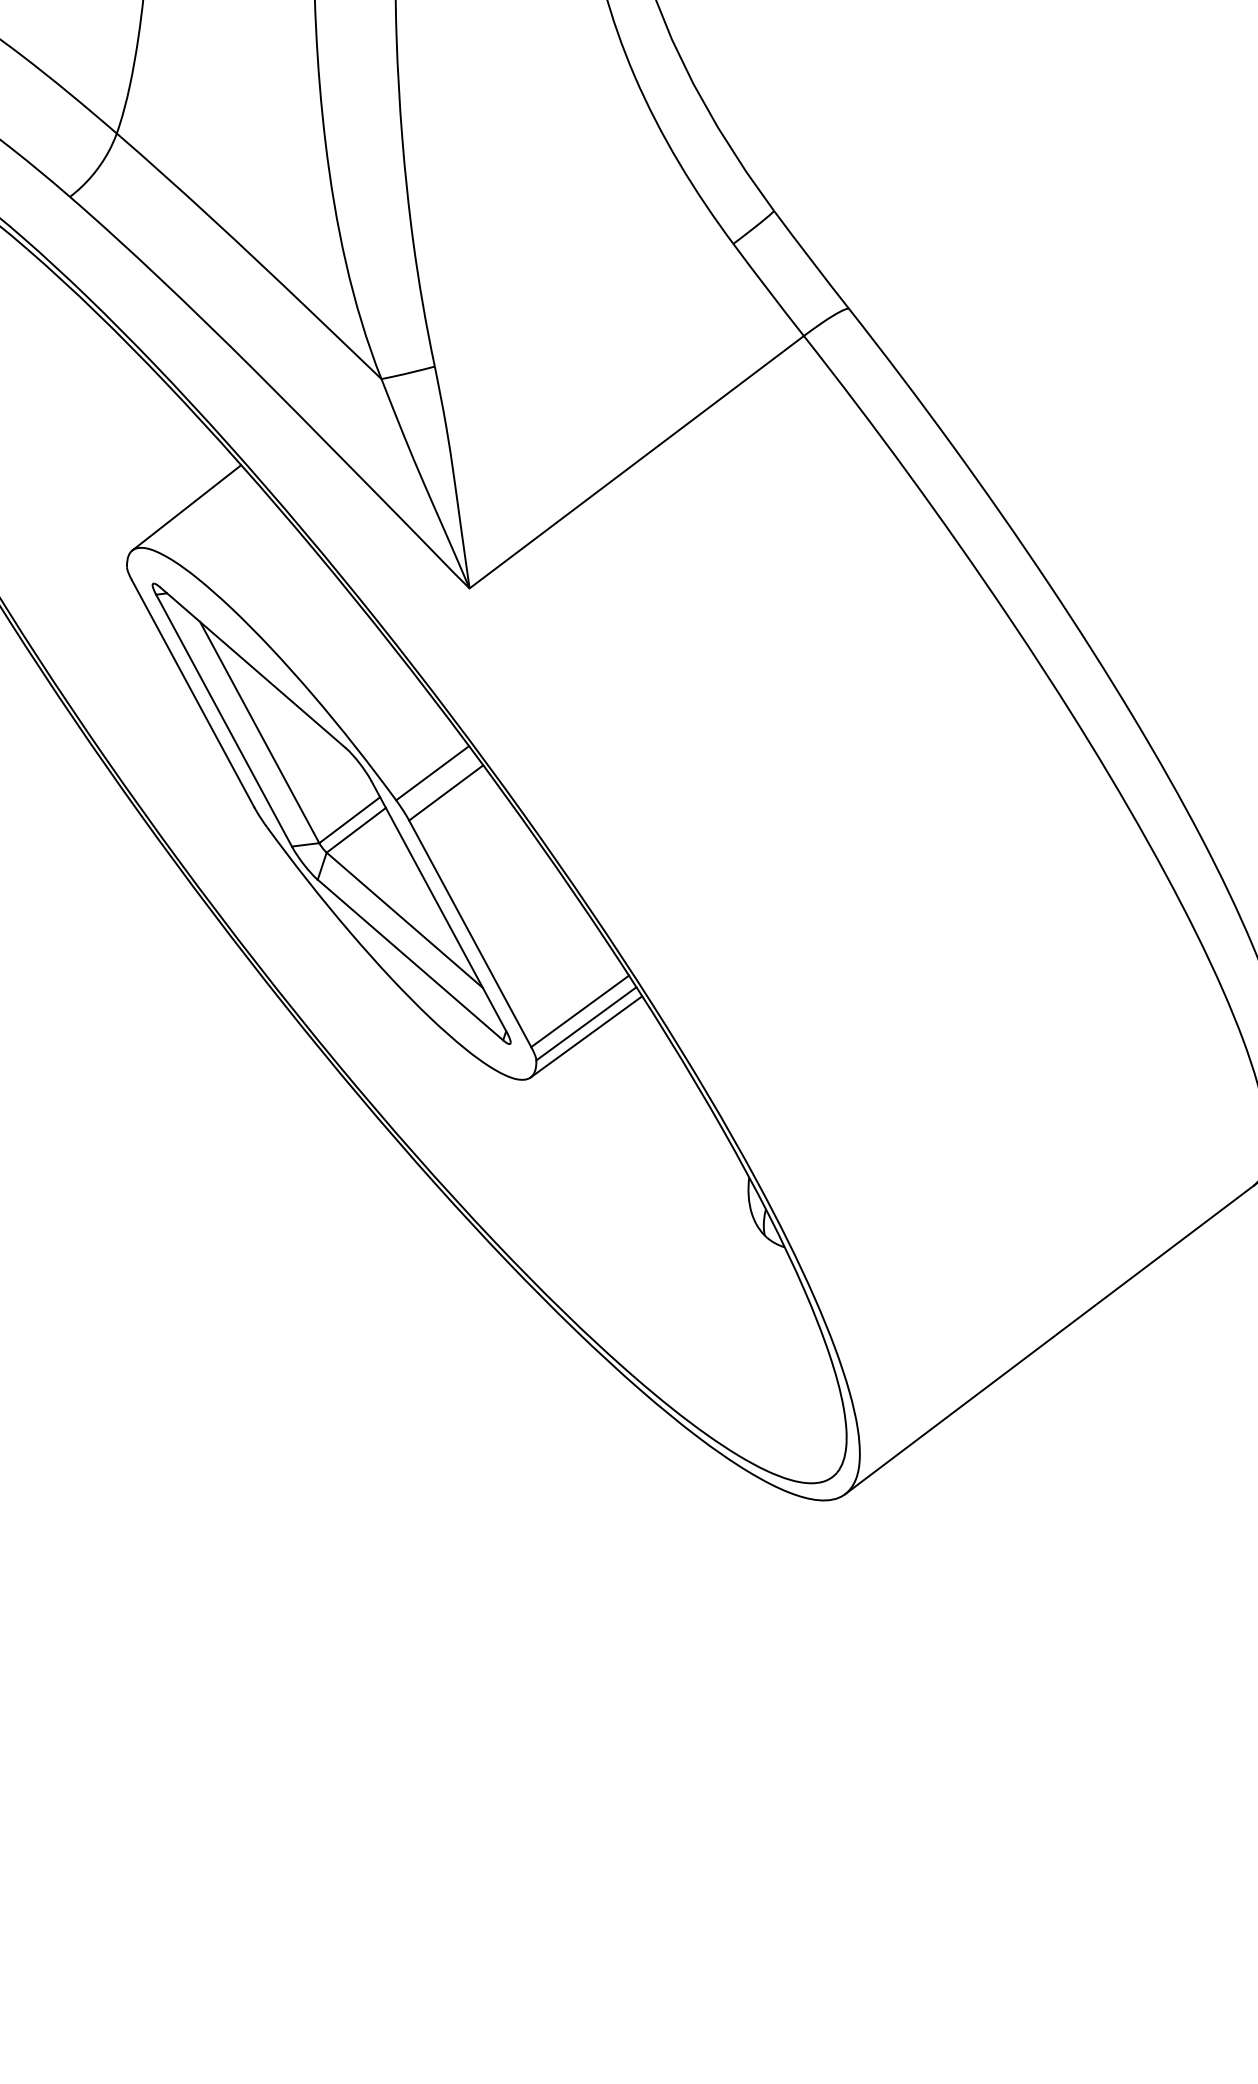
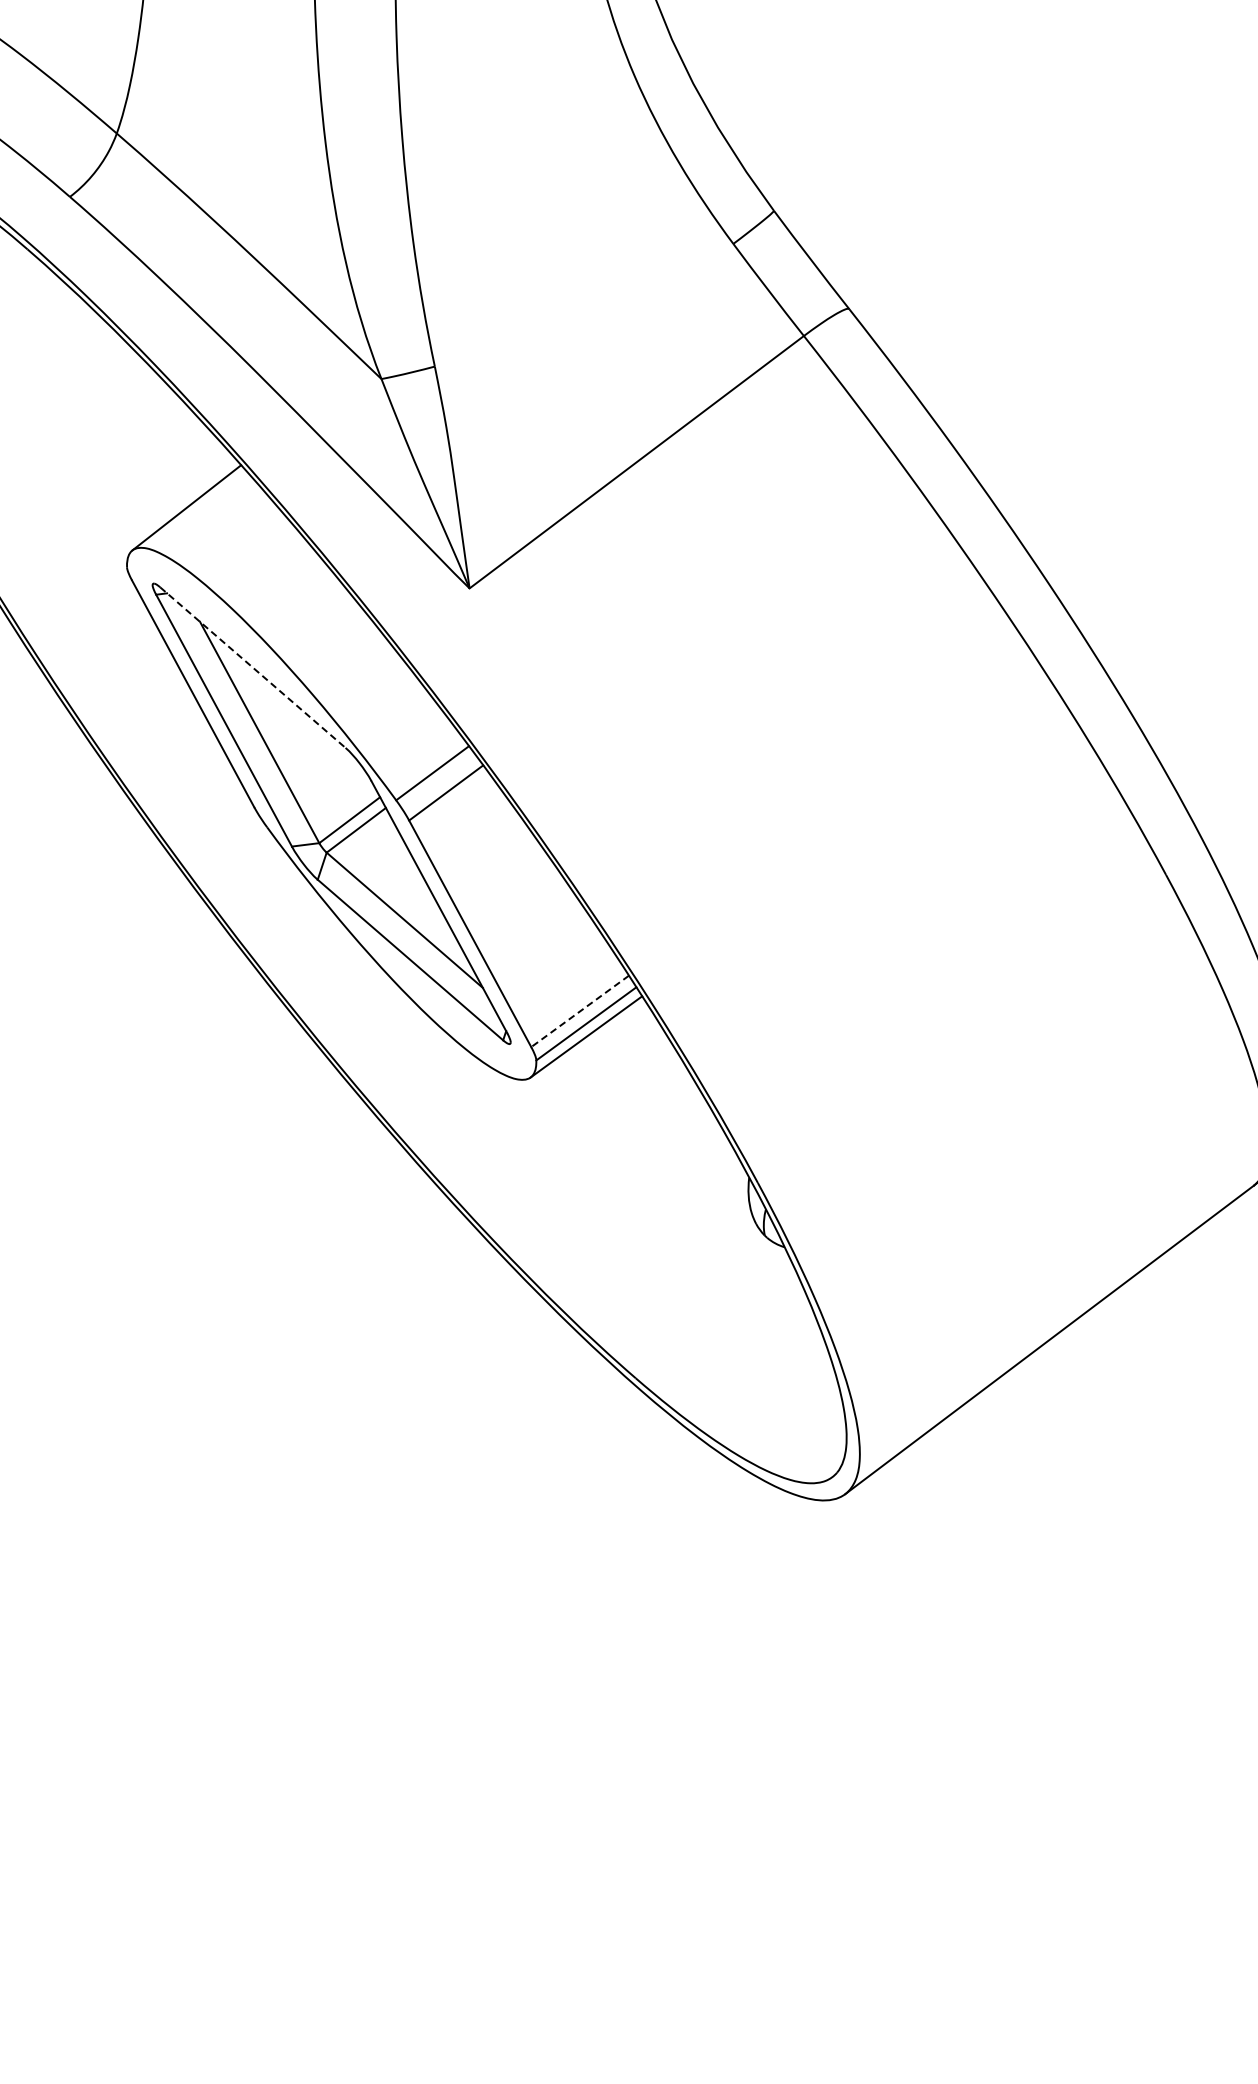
line at (252, 667): solid -> dashed
line at (580, 1011): solid -> dashed
